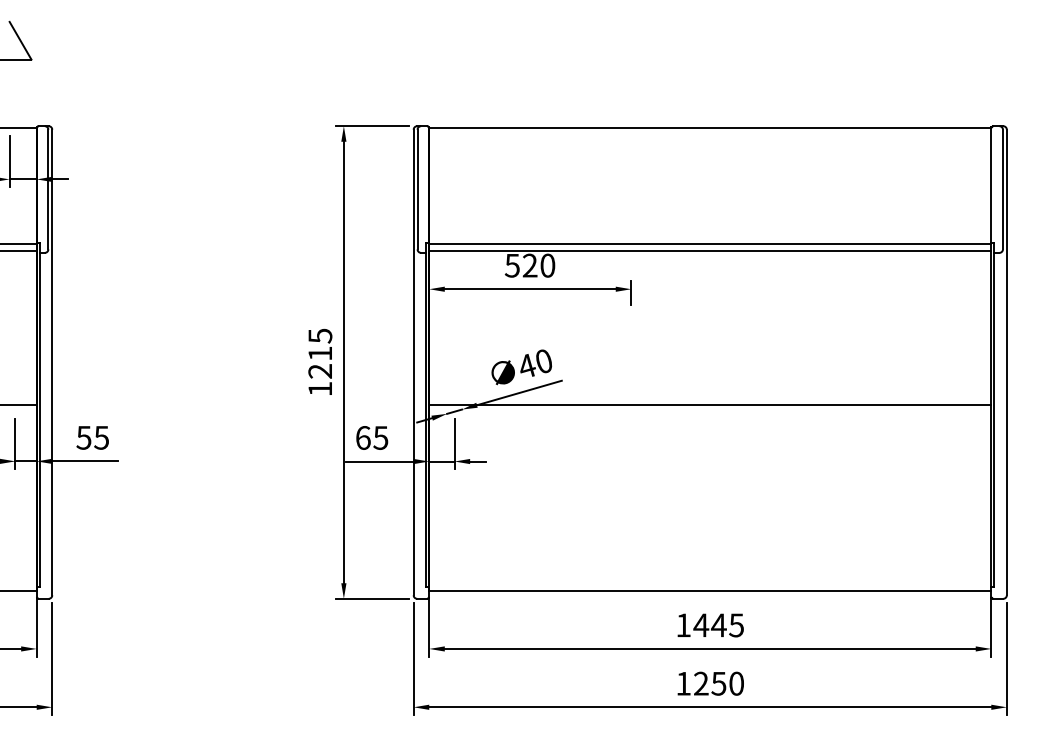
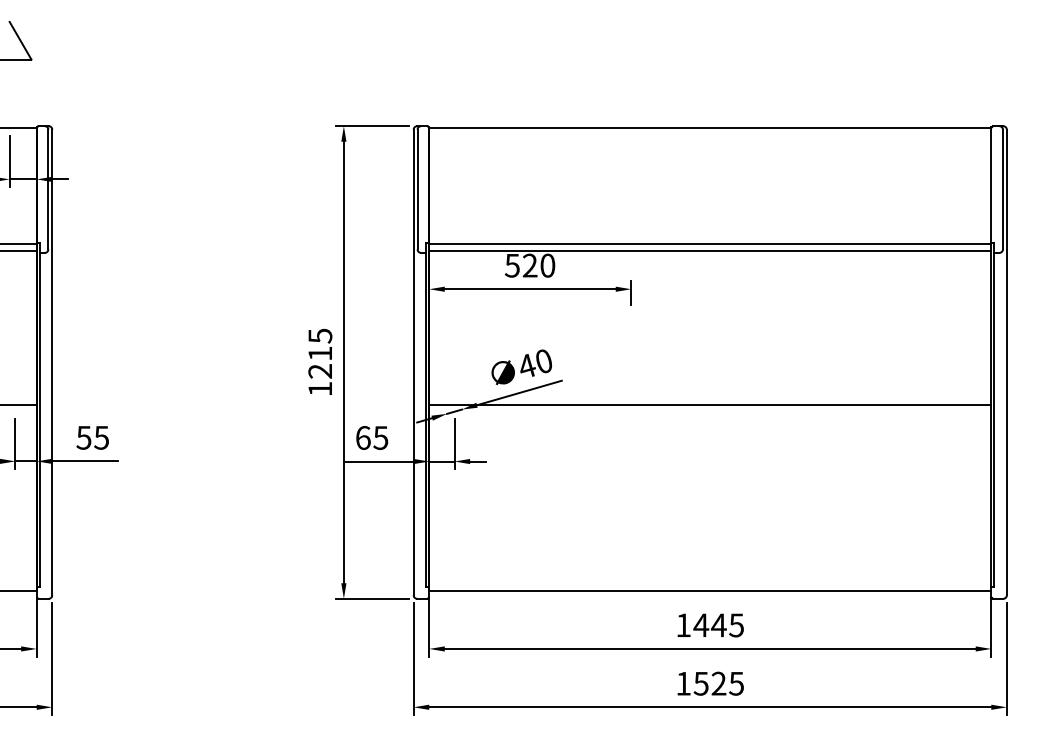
text at (718, 683): 1250 -> 1525
